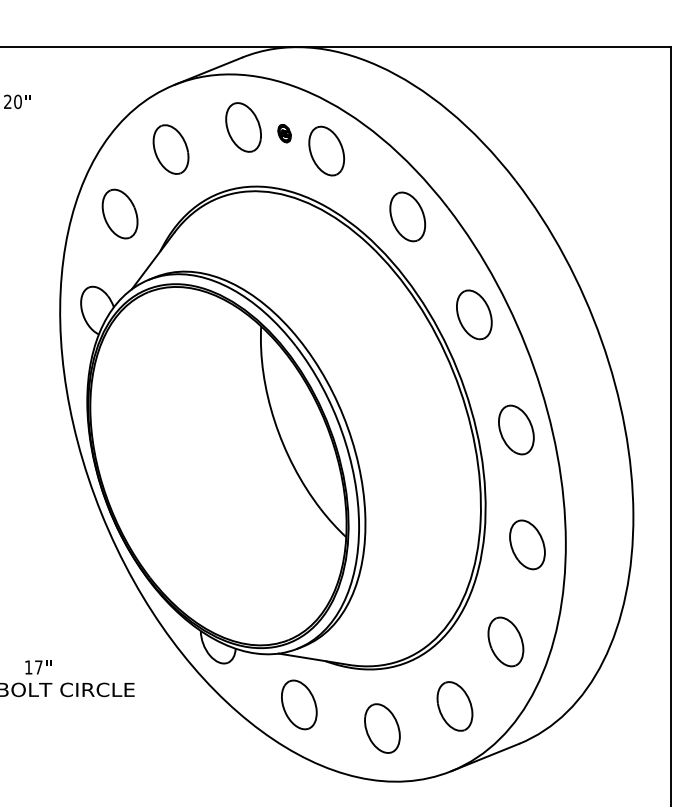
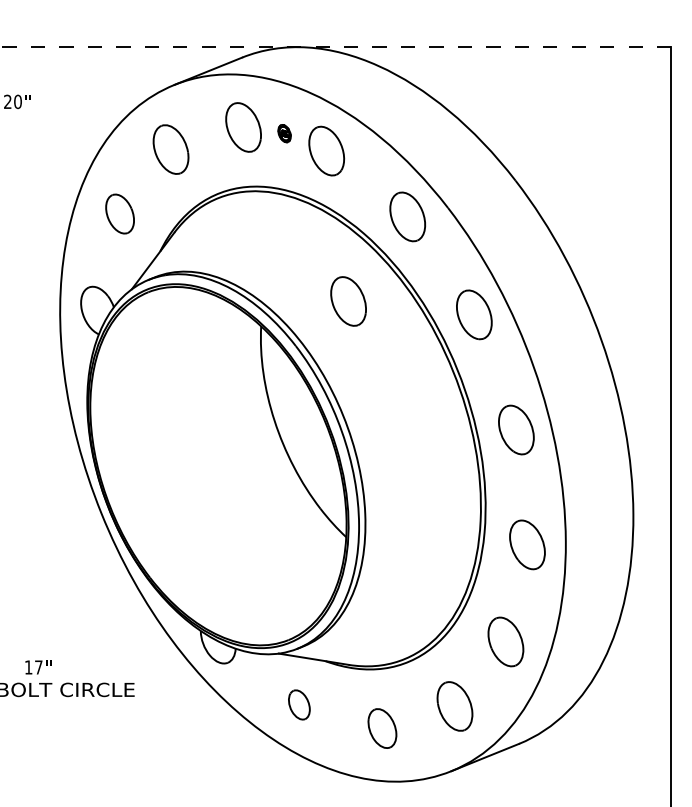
line at (336, 46): solid -> dashed
part at (119, 213) size: 38x52 px -> 30x42 px
part at (348, 301): none -> present
part at (299, 704) size: 37x52 px -> 23x32 px
part at (382, 728) size: 37x51 px -> 31x41 px
